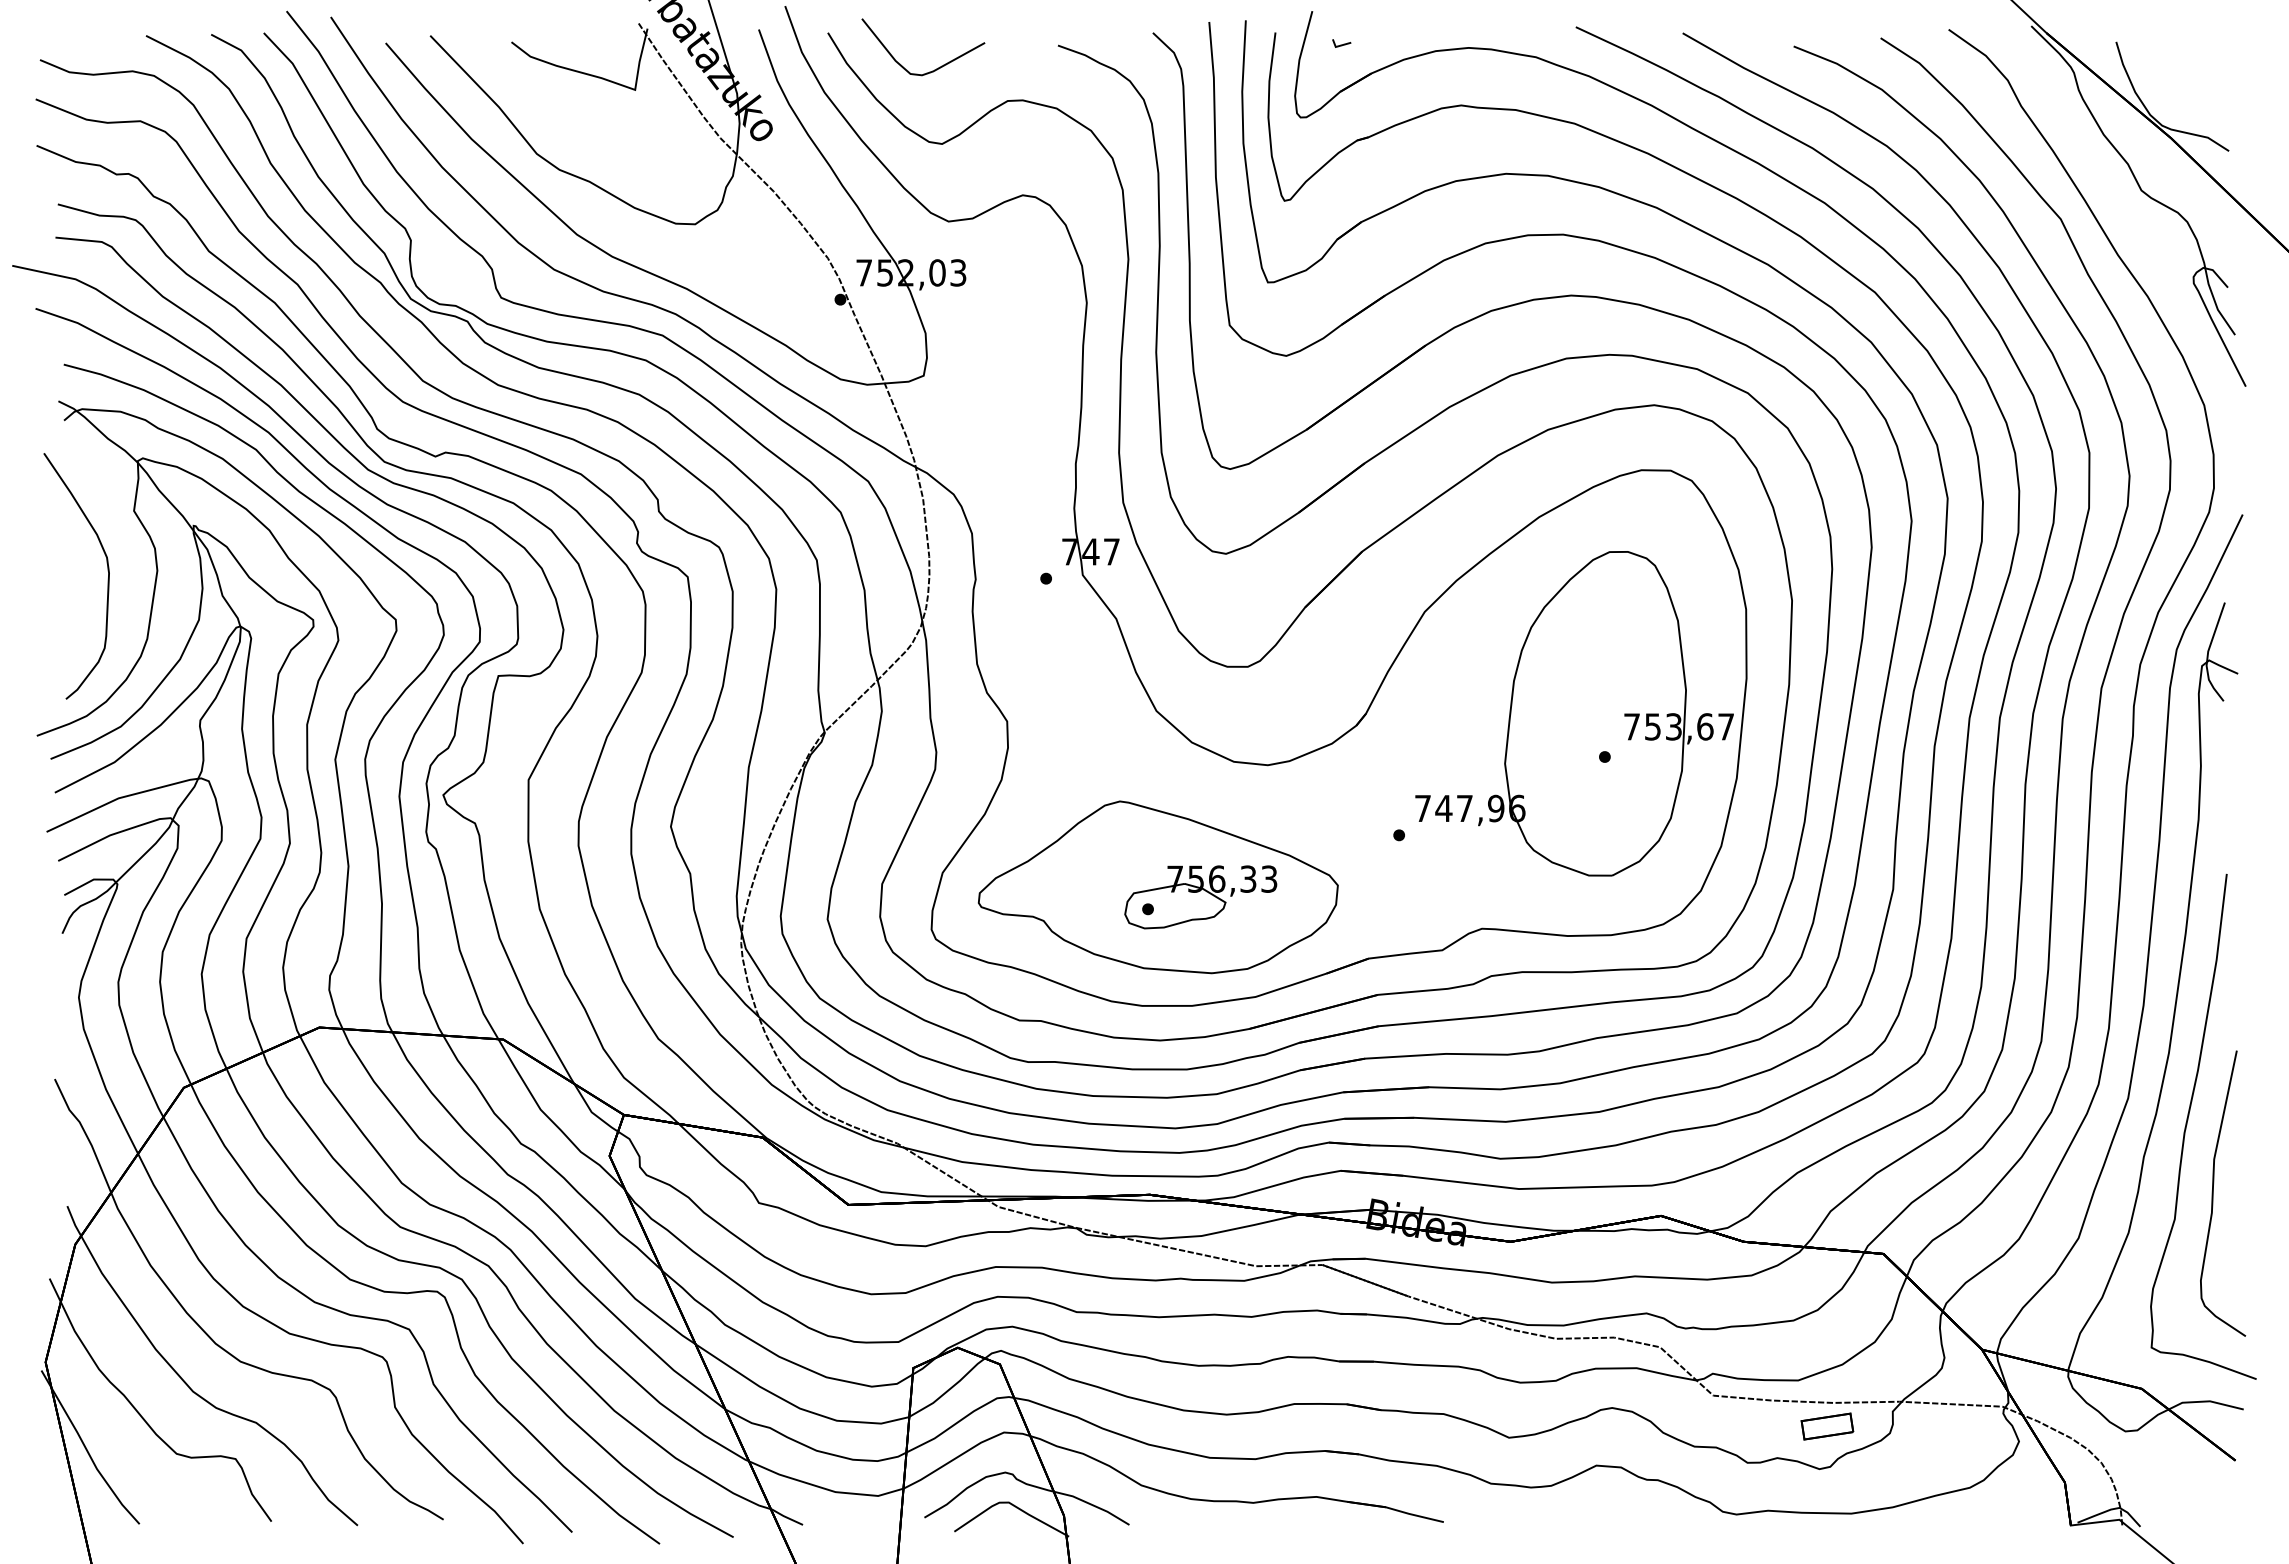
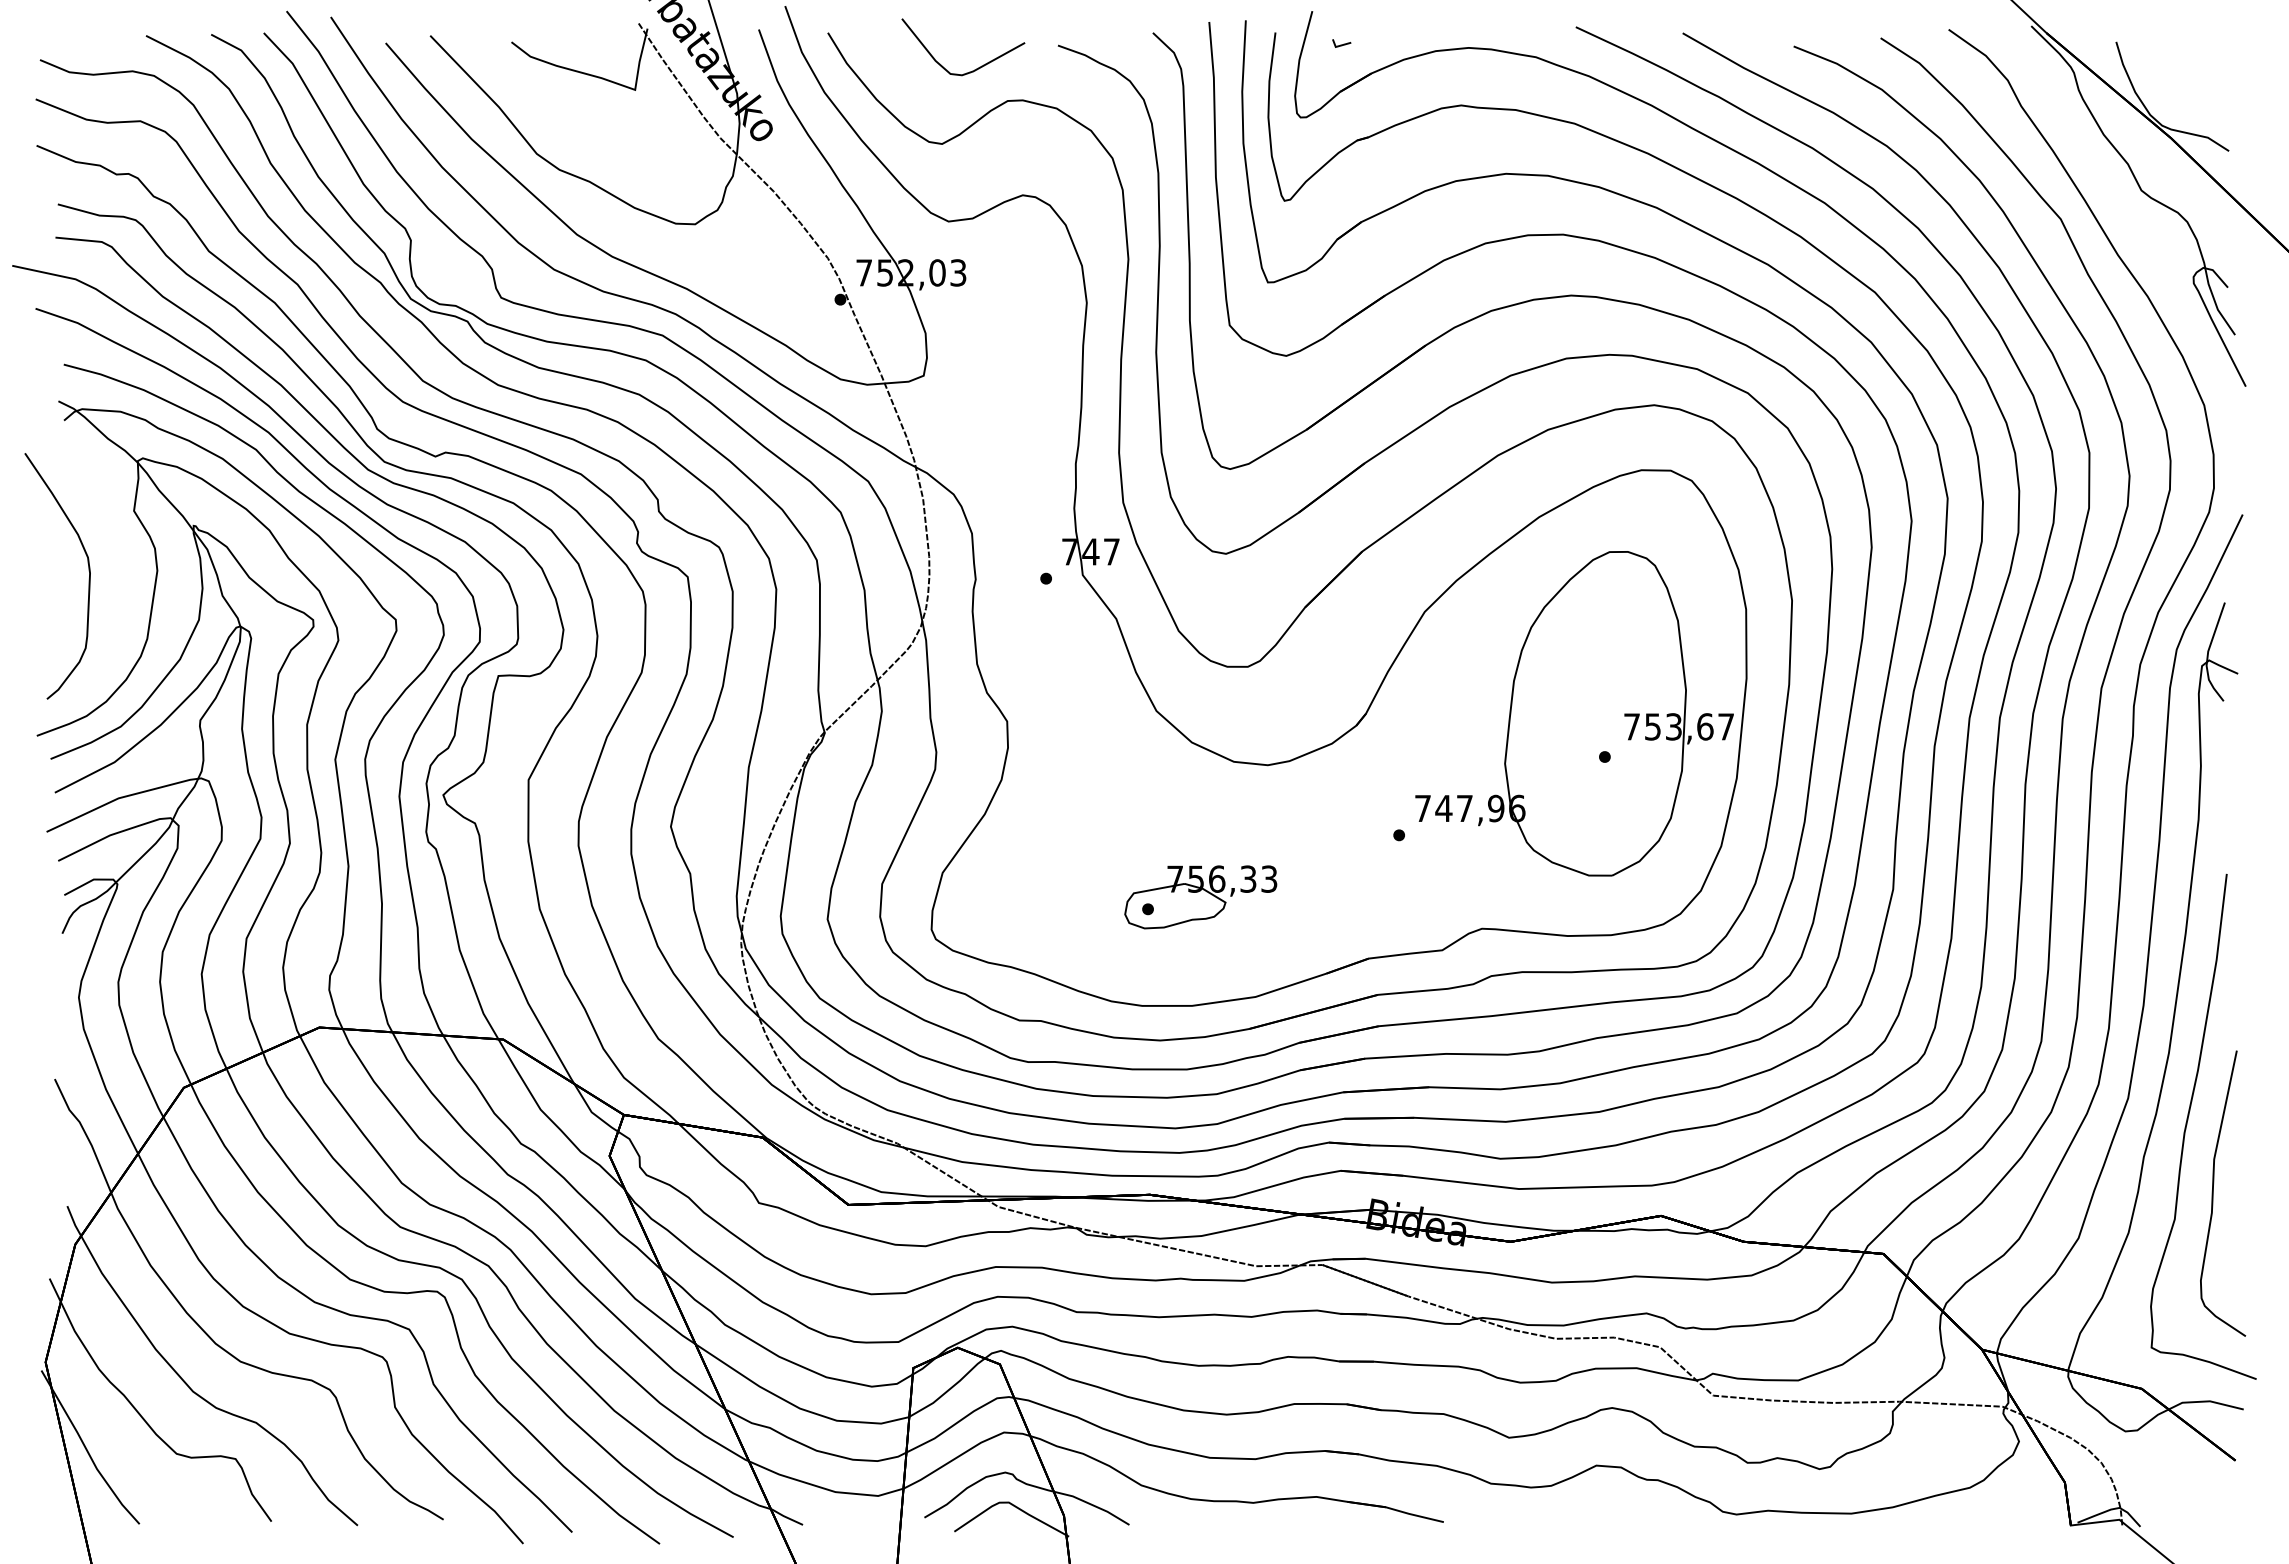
curve at (934, 69) position: (934, 69) -> (974, 69)
curve at (107, 579) position: (107, 579) -> (88, 579)
part at (1157, 887): present -> none
part at (1827, 1426): present -> none
